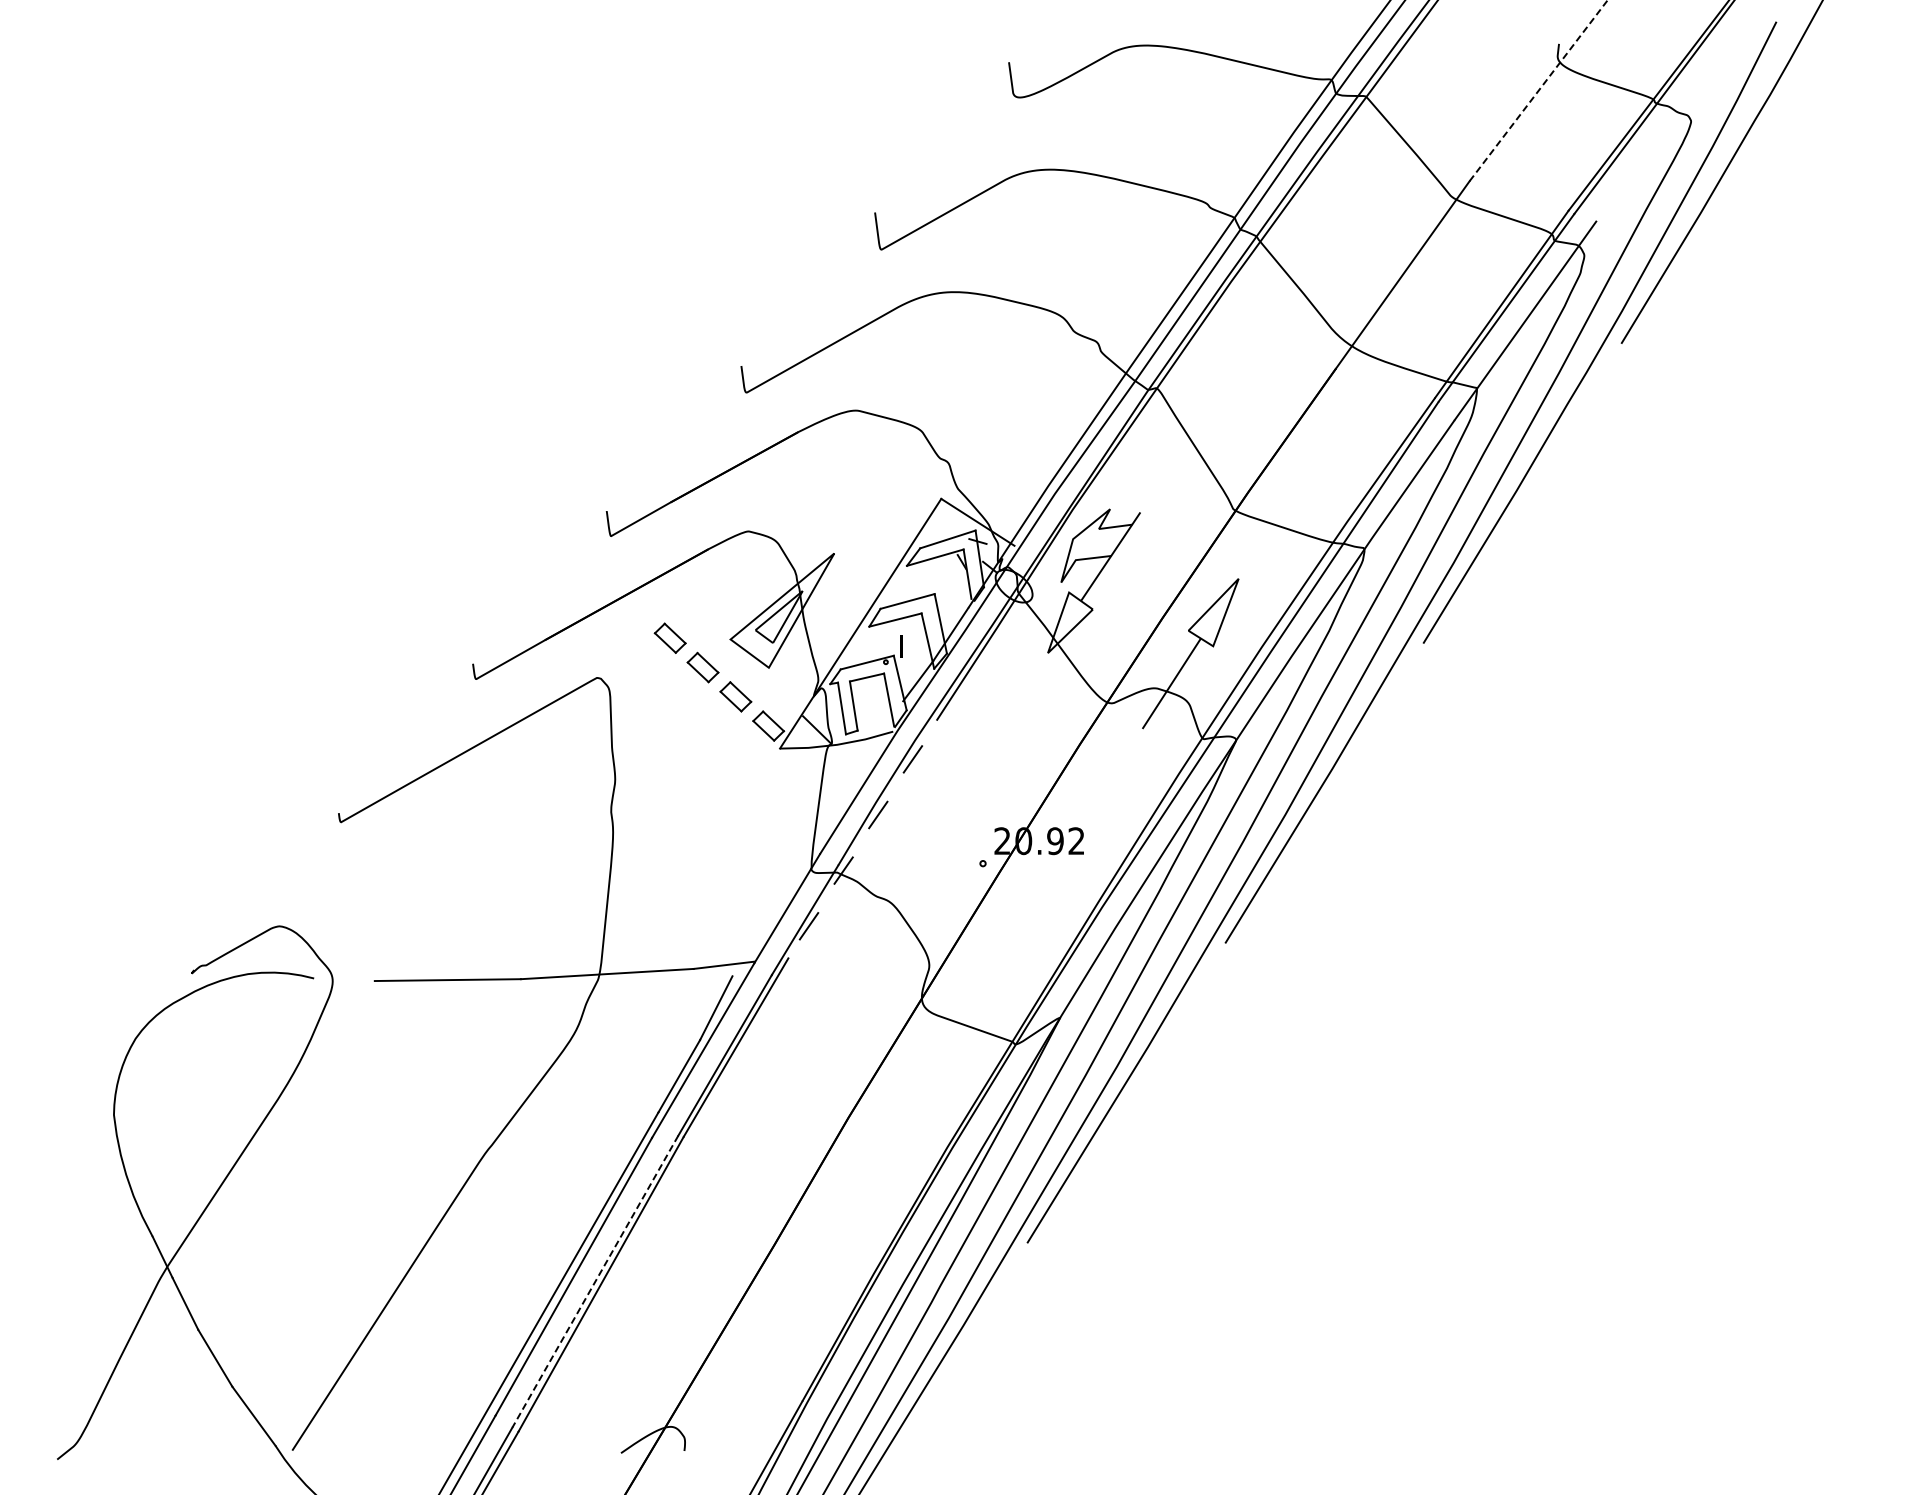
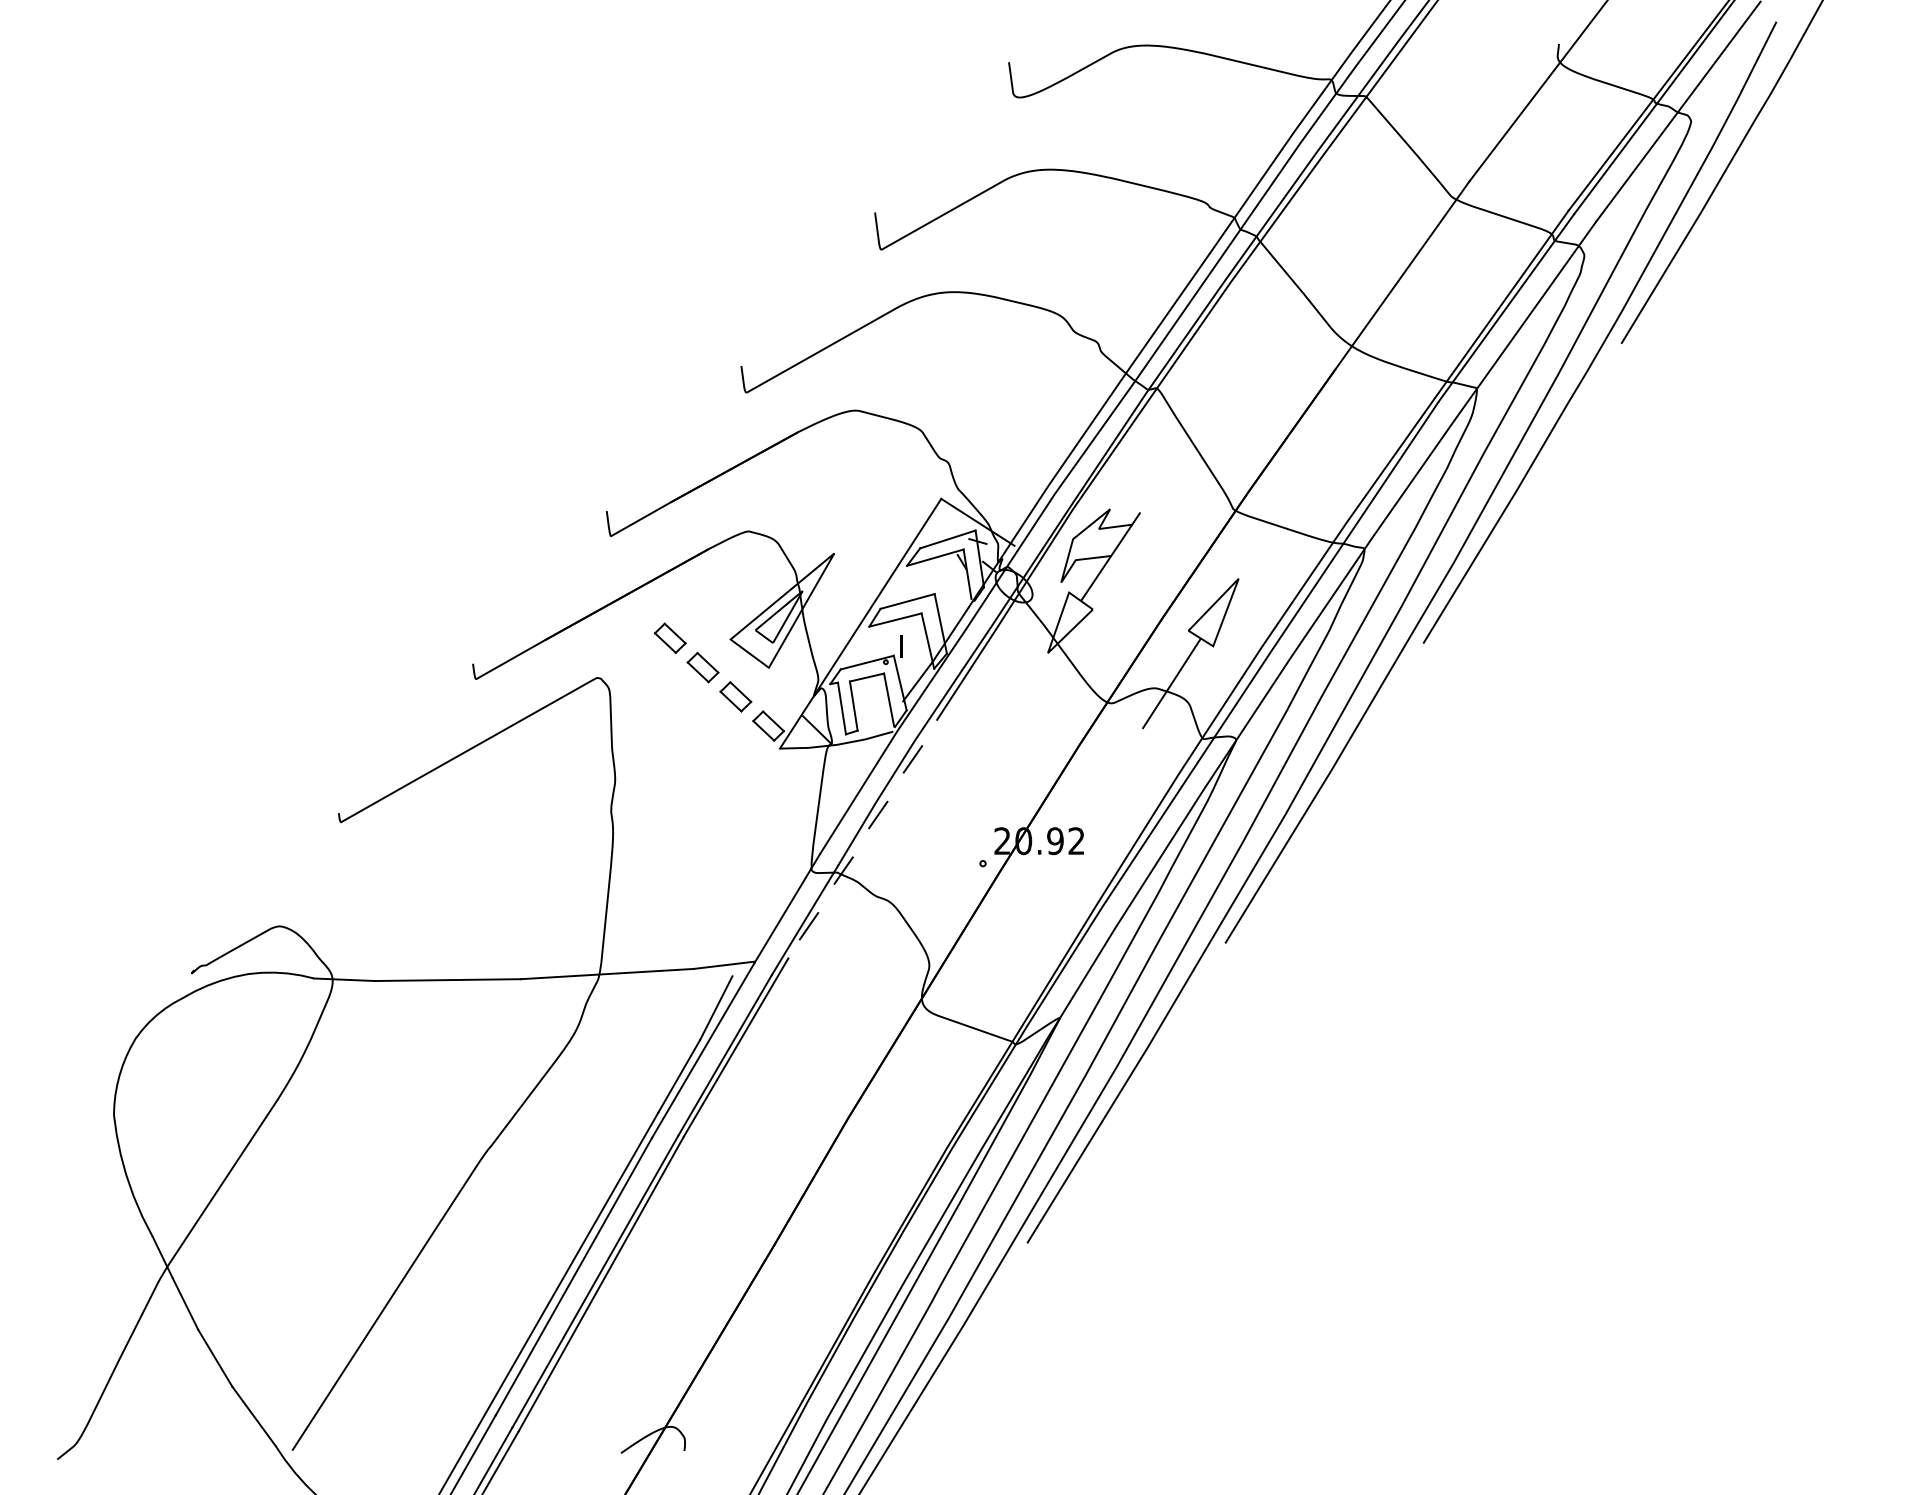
line at (1538, 90): dashed -> solid
line at (1678, 111): none -> present
line at (344, 979): none -> present
line at (595, 1281): dashed -> solid
